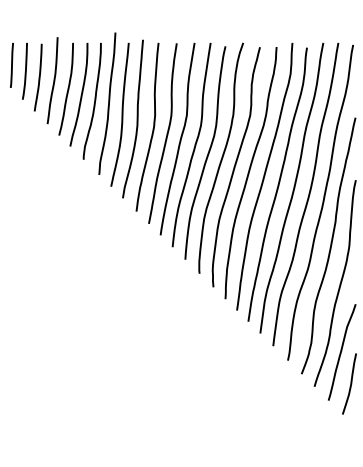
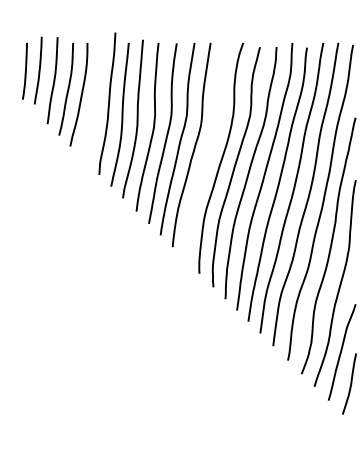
line at (11, 64): present -> none
curve at (38, 77) position: (38, 77) -> (38, 70)
curve at (94, 100): present -> none
curve at (207, 153): present -> none
